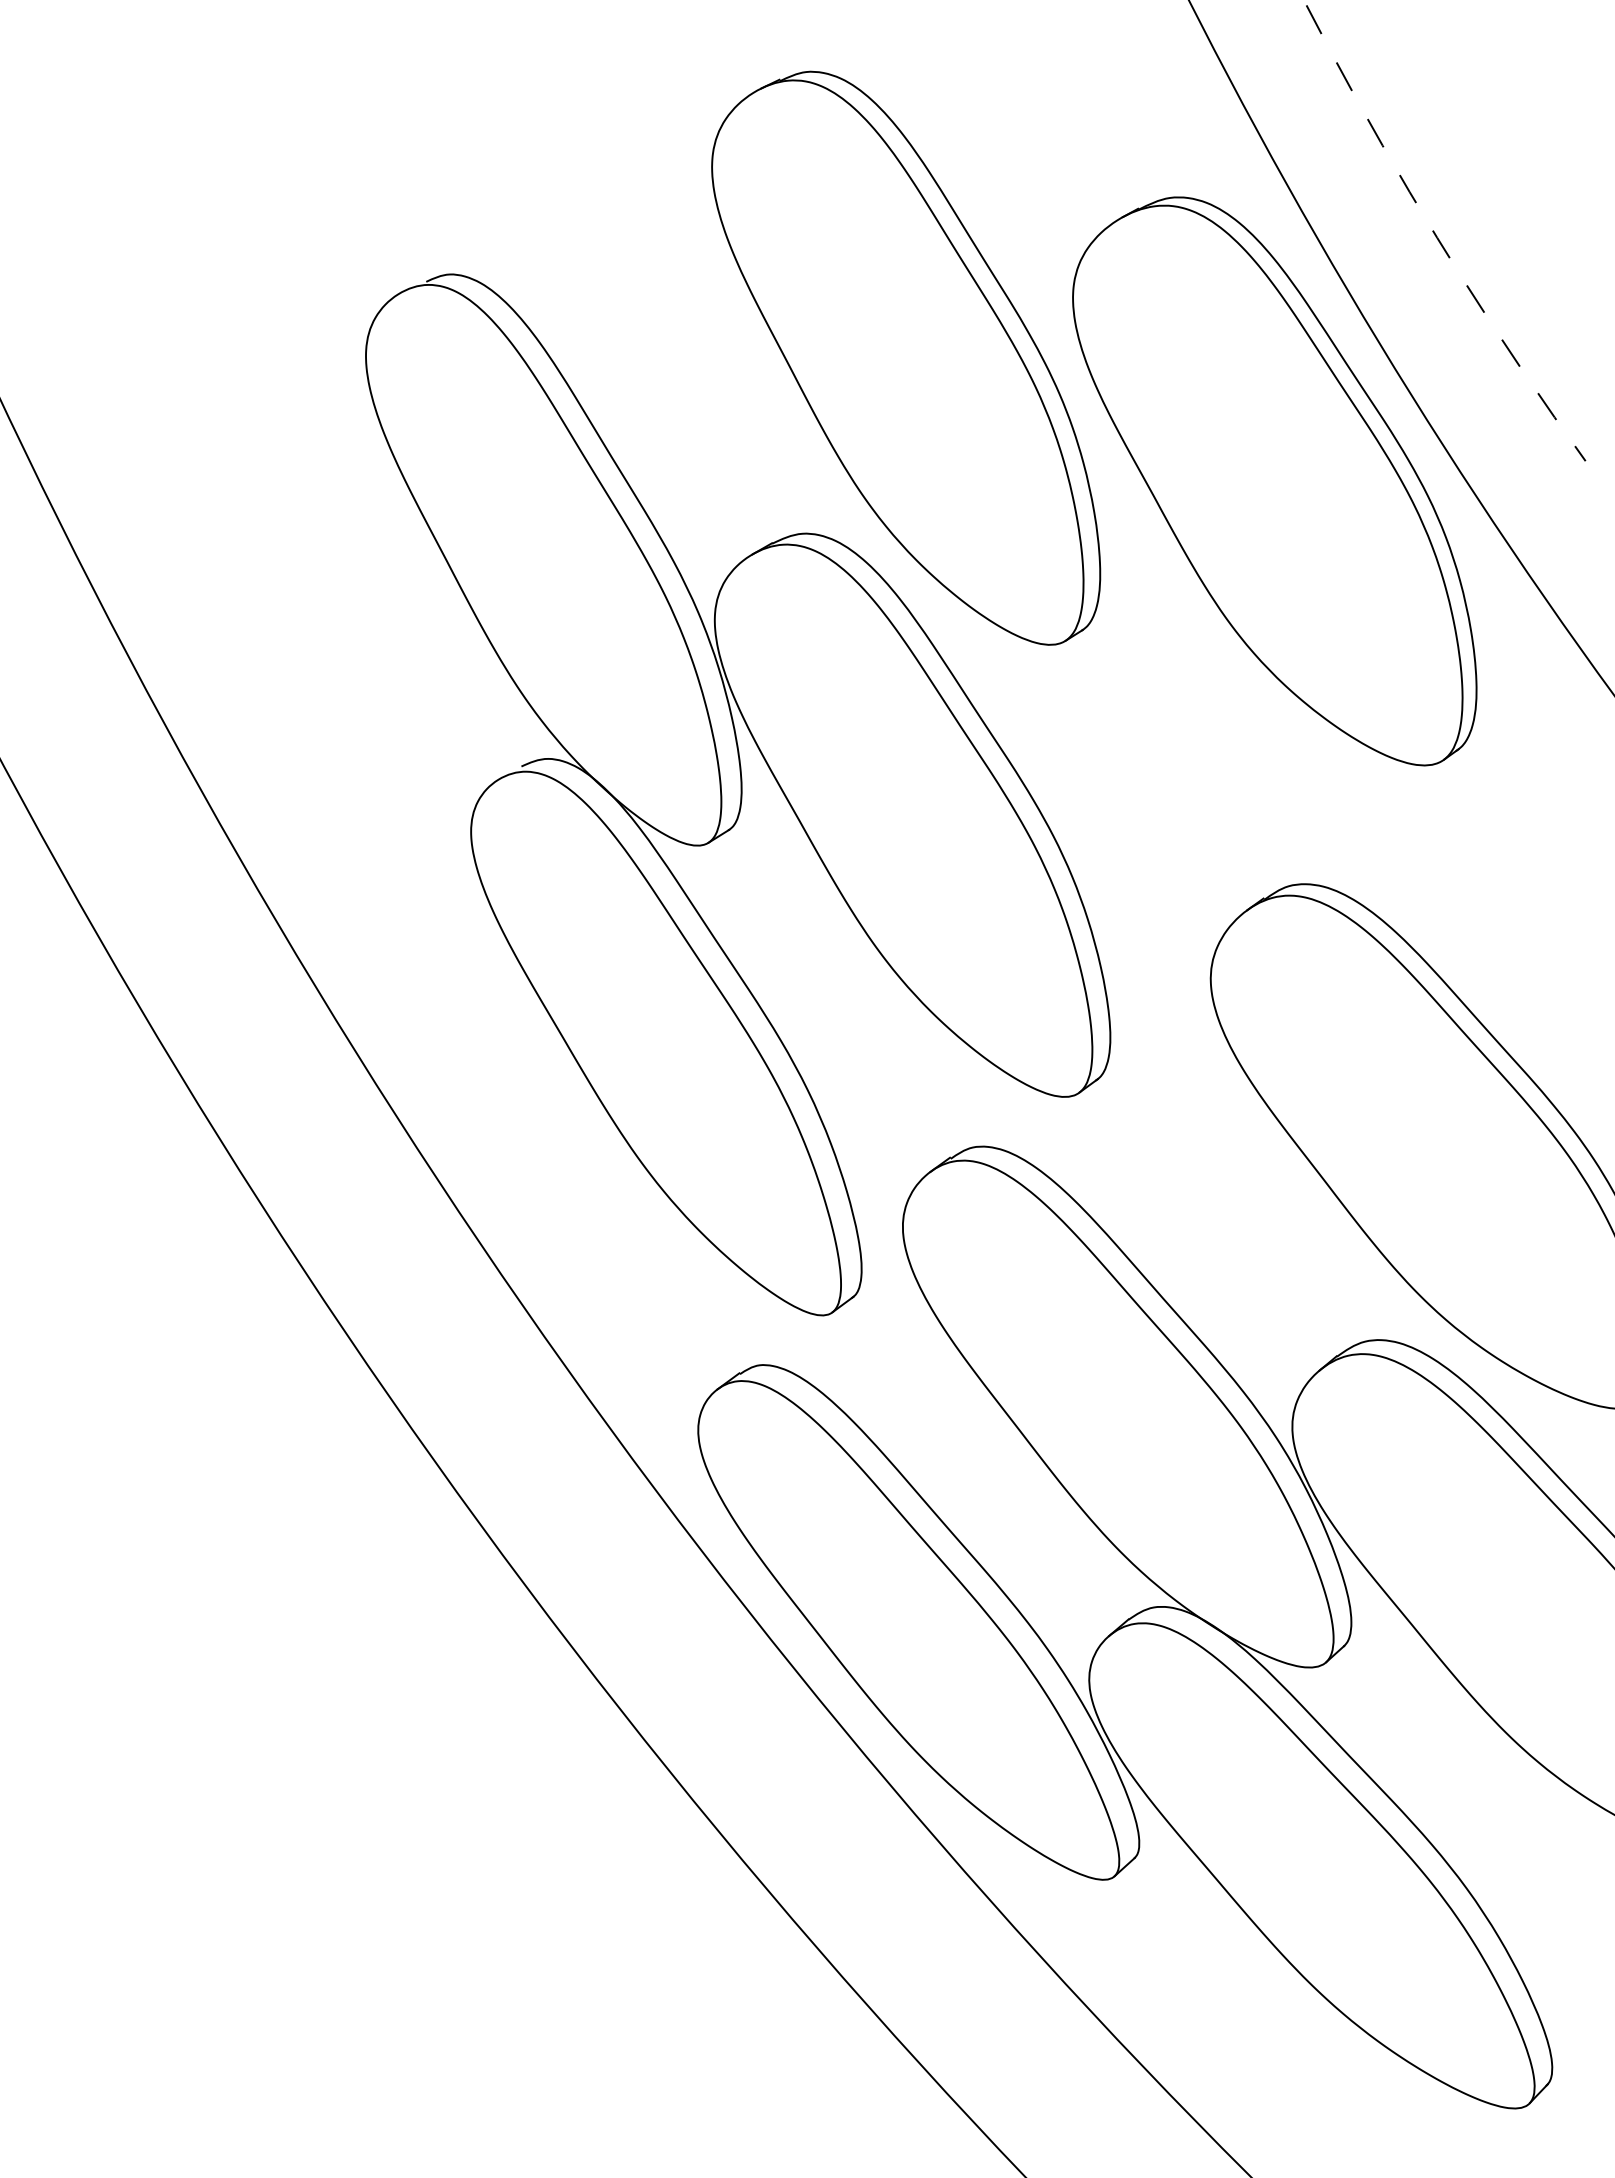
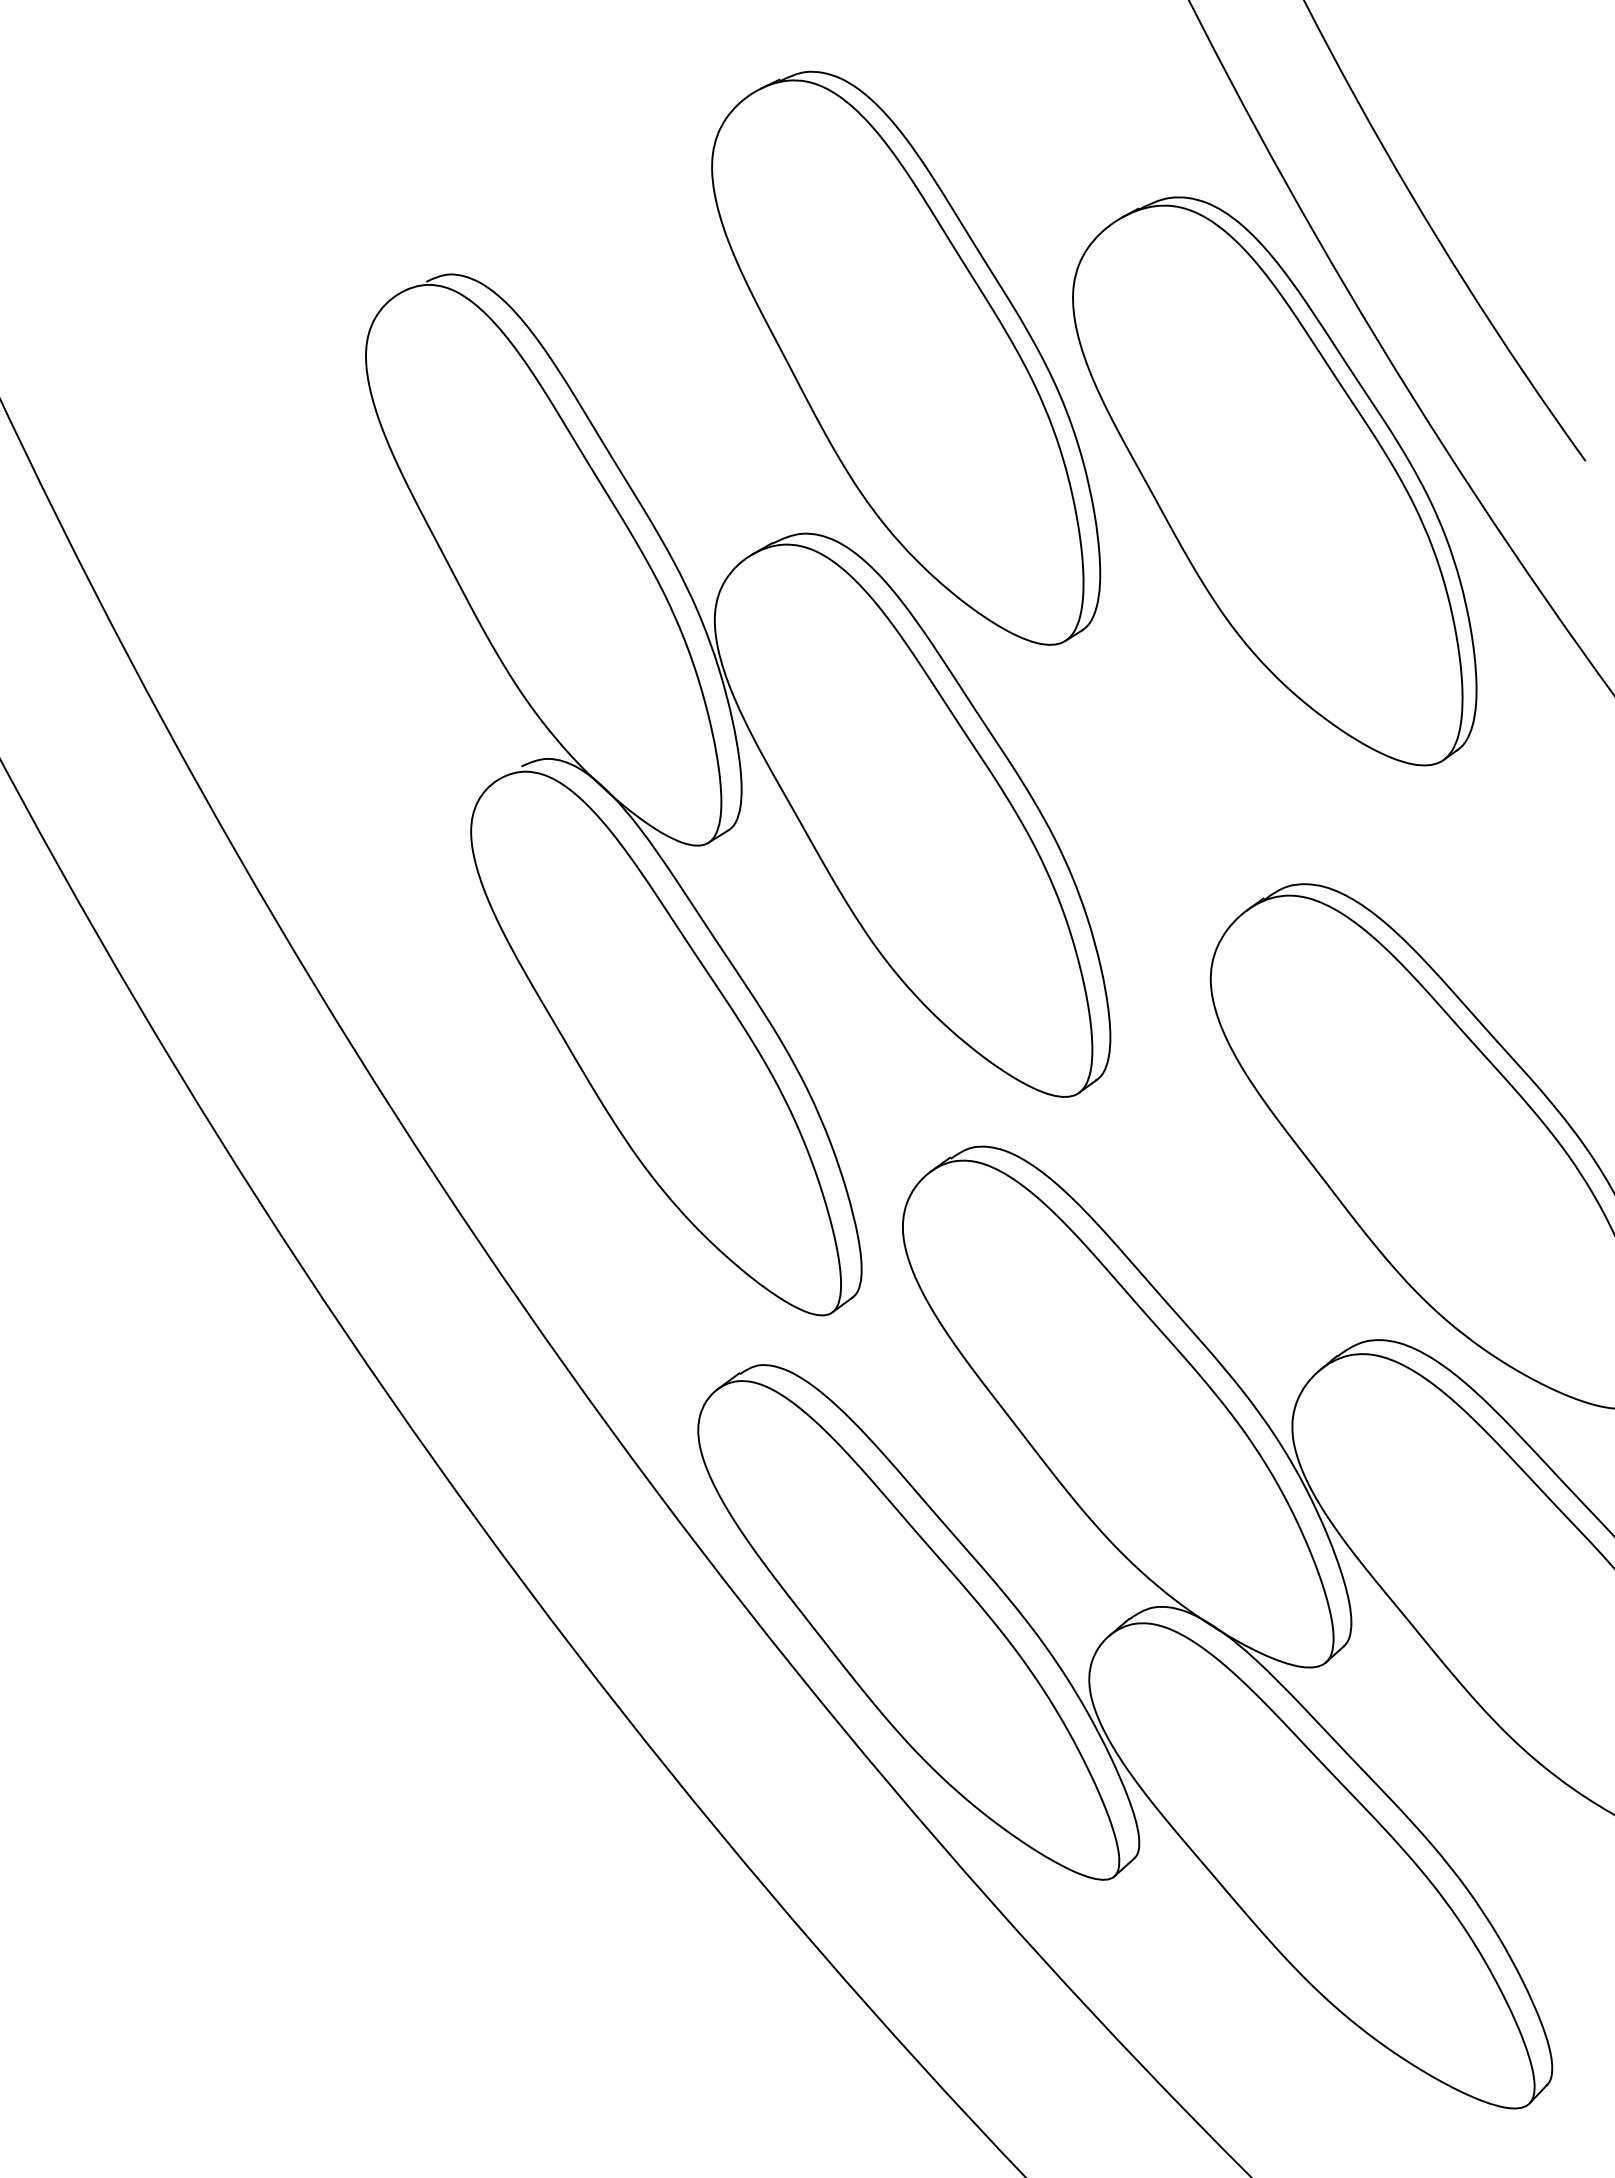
arc at (1436, 236): dashed -> solid
